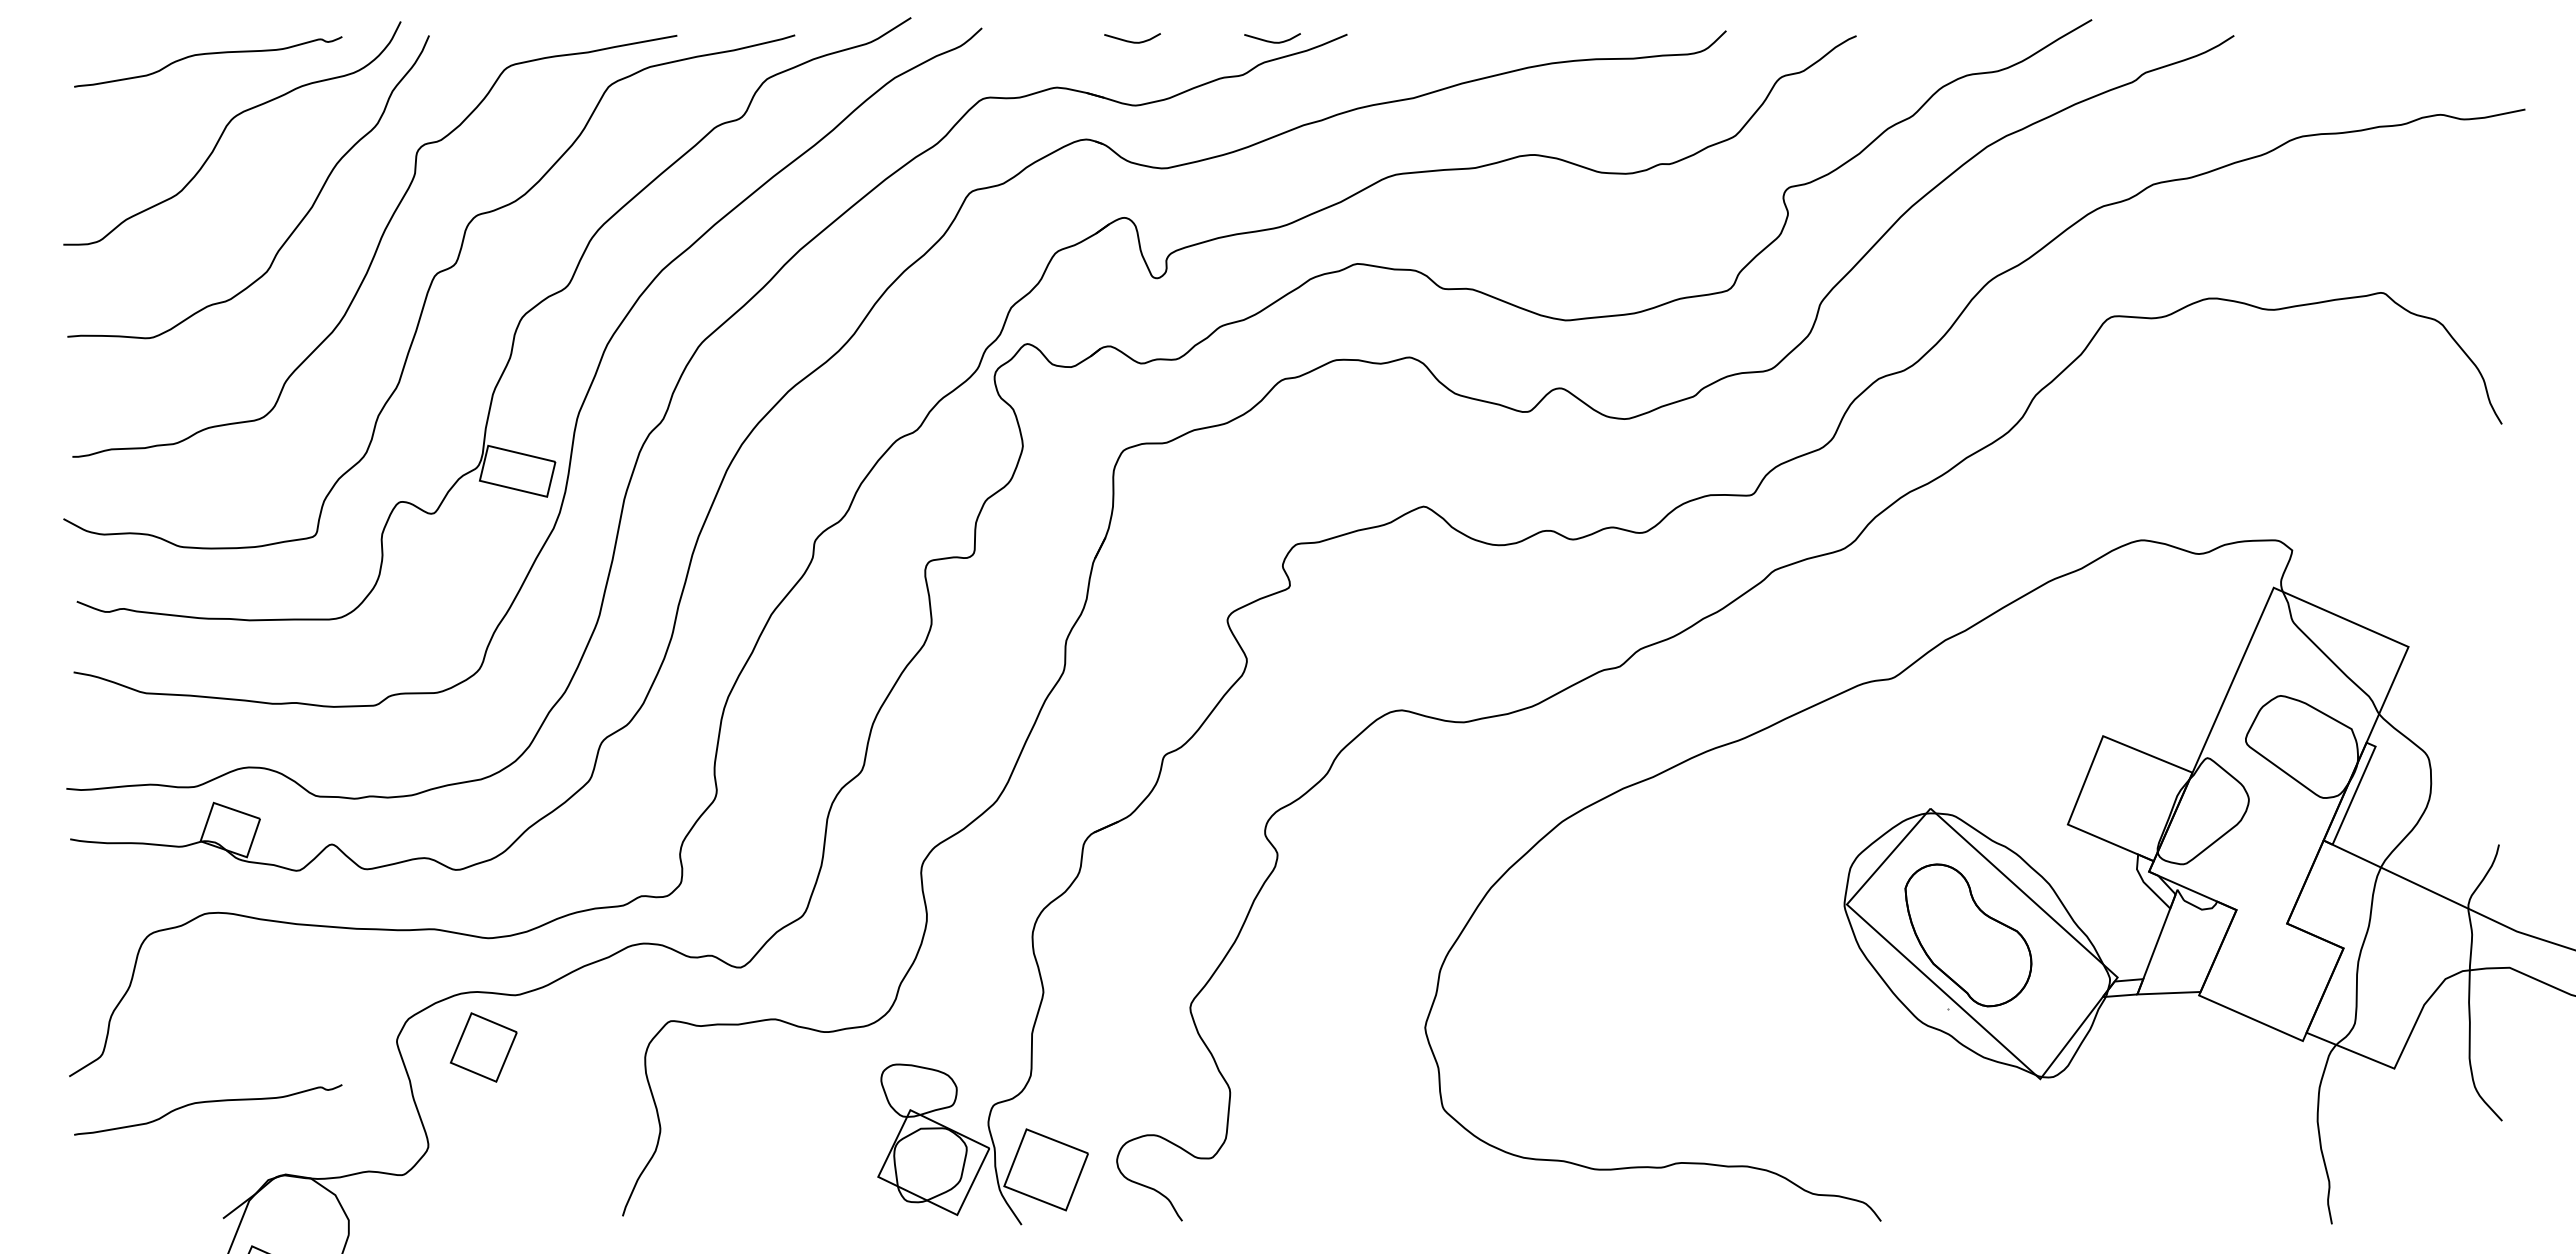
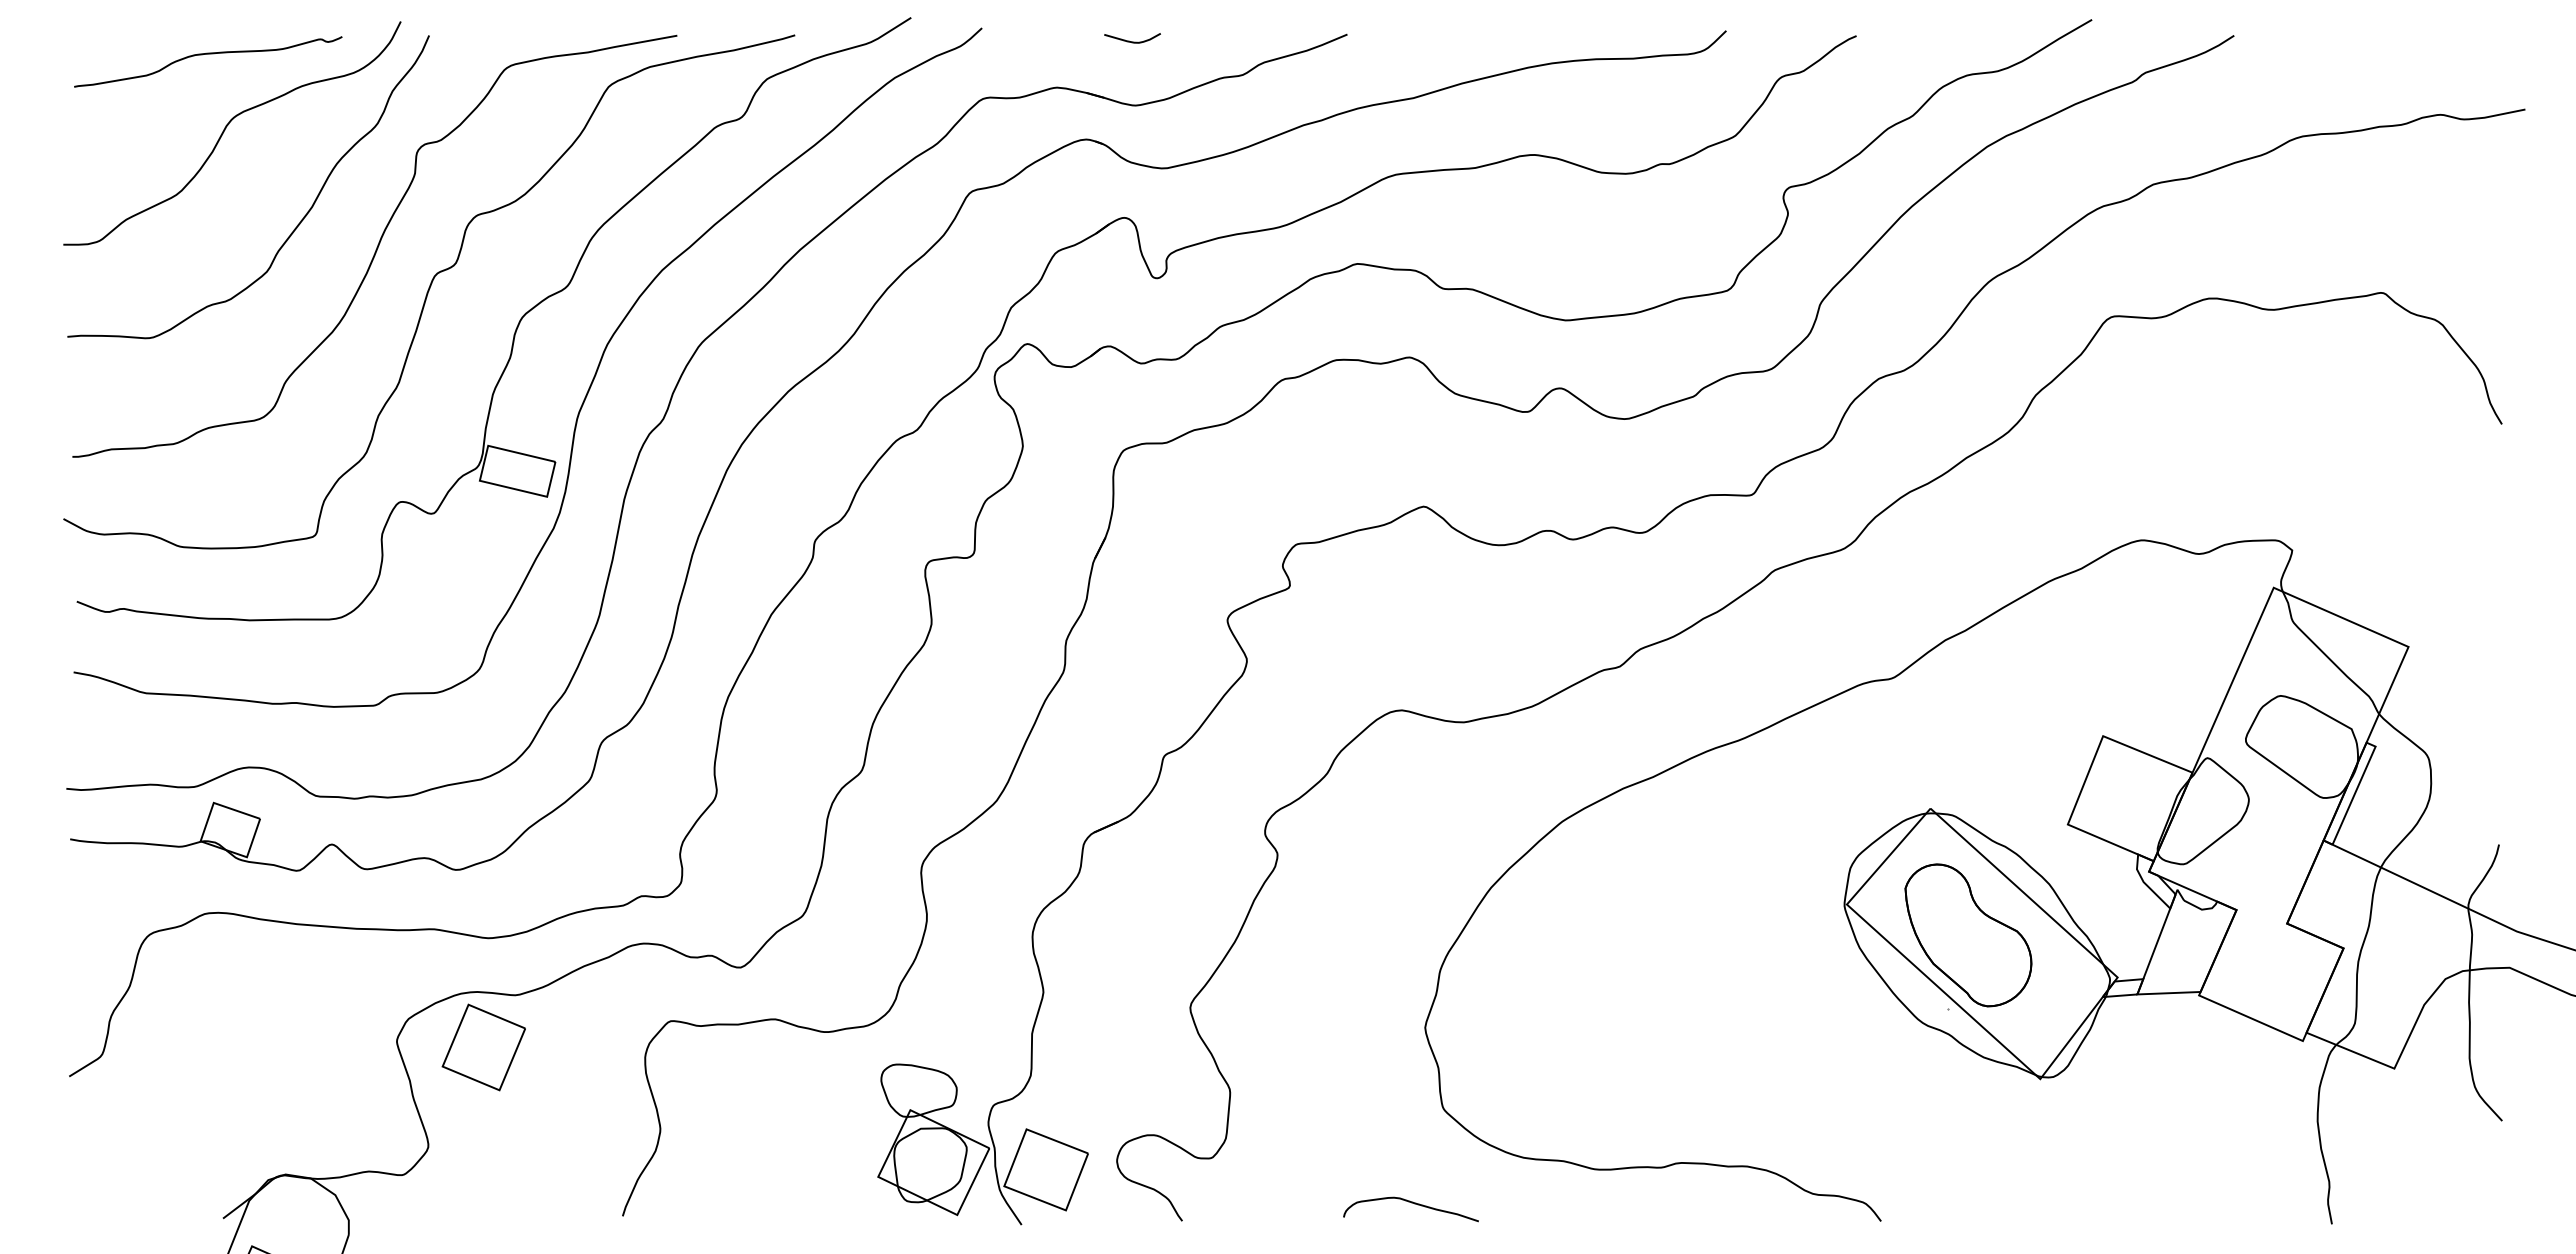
curve at (1272, 41): present -> none
part at (483, 1047) size: 69x71 px -> 85x89 px
curve at (208, 1102): present -> none
curve at (1411, 1203): none -> present
